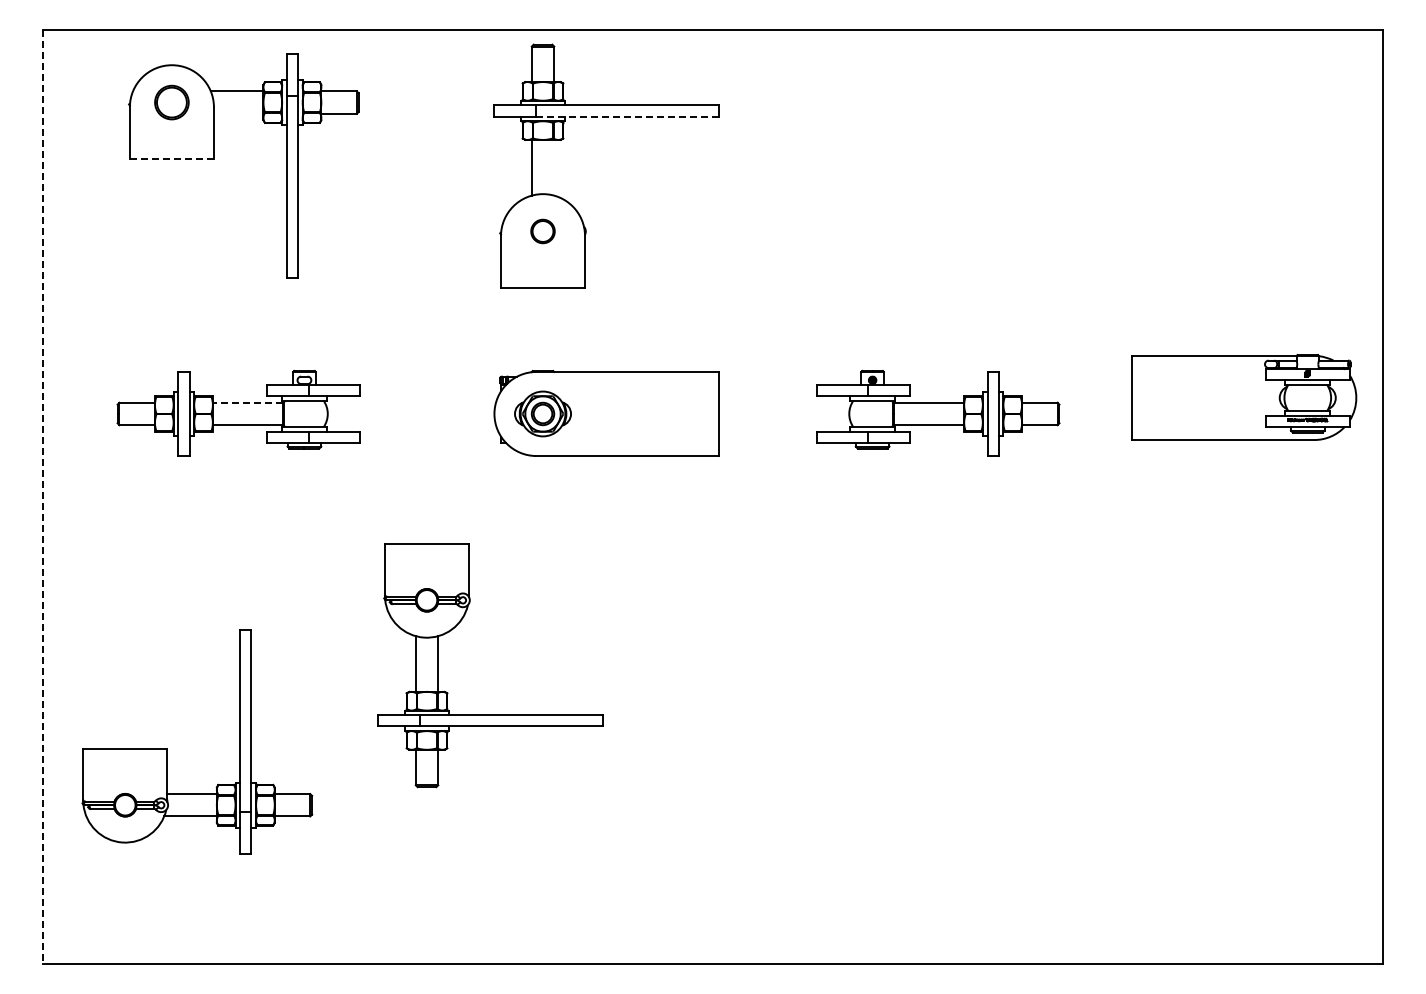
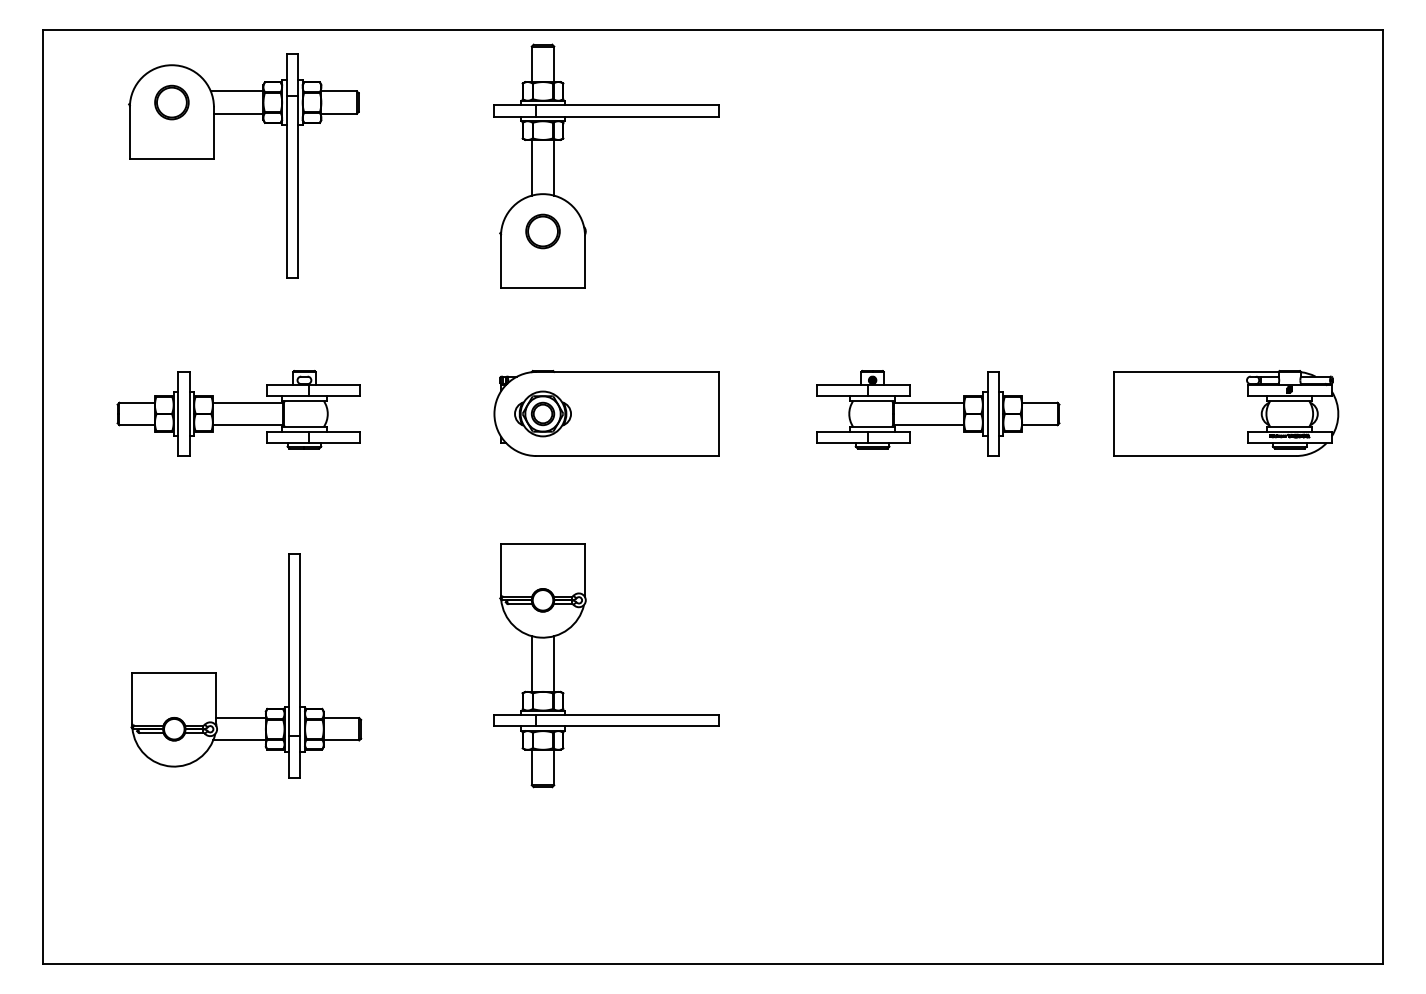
line at (238, 113): none -> present
line at (628, 116): dashed -> solid
line at (171, 158): dashed -> solid
line at (554, 167): none -> present
part at (542, 231) size: 26x27 px -> 36x37 px
part at (1244, 397) position: (1244, 397) -> (1226, 413)
line at (247, 402): dashed -> solid
line at (42, 497): dashed -> solid
part at (490, 714) position: (490, 714) -> (606, 714)
part at (167, 748) position: (167, 748) -> (216, 672)
